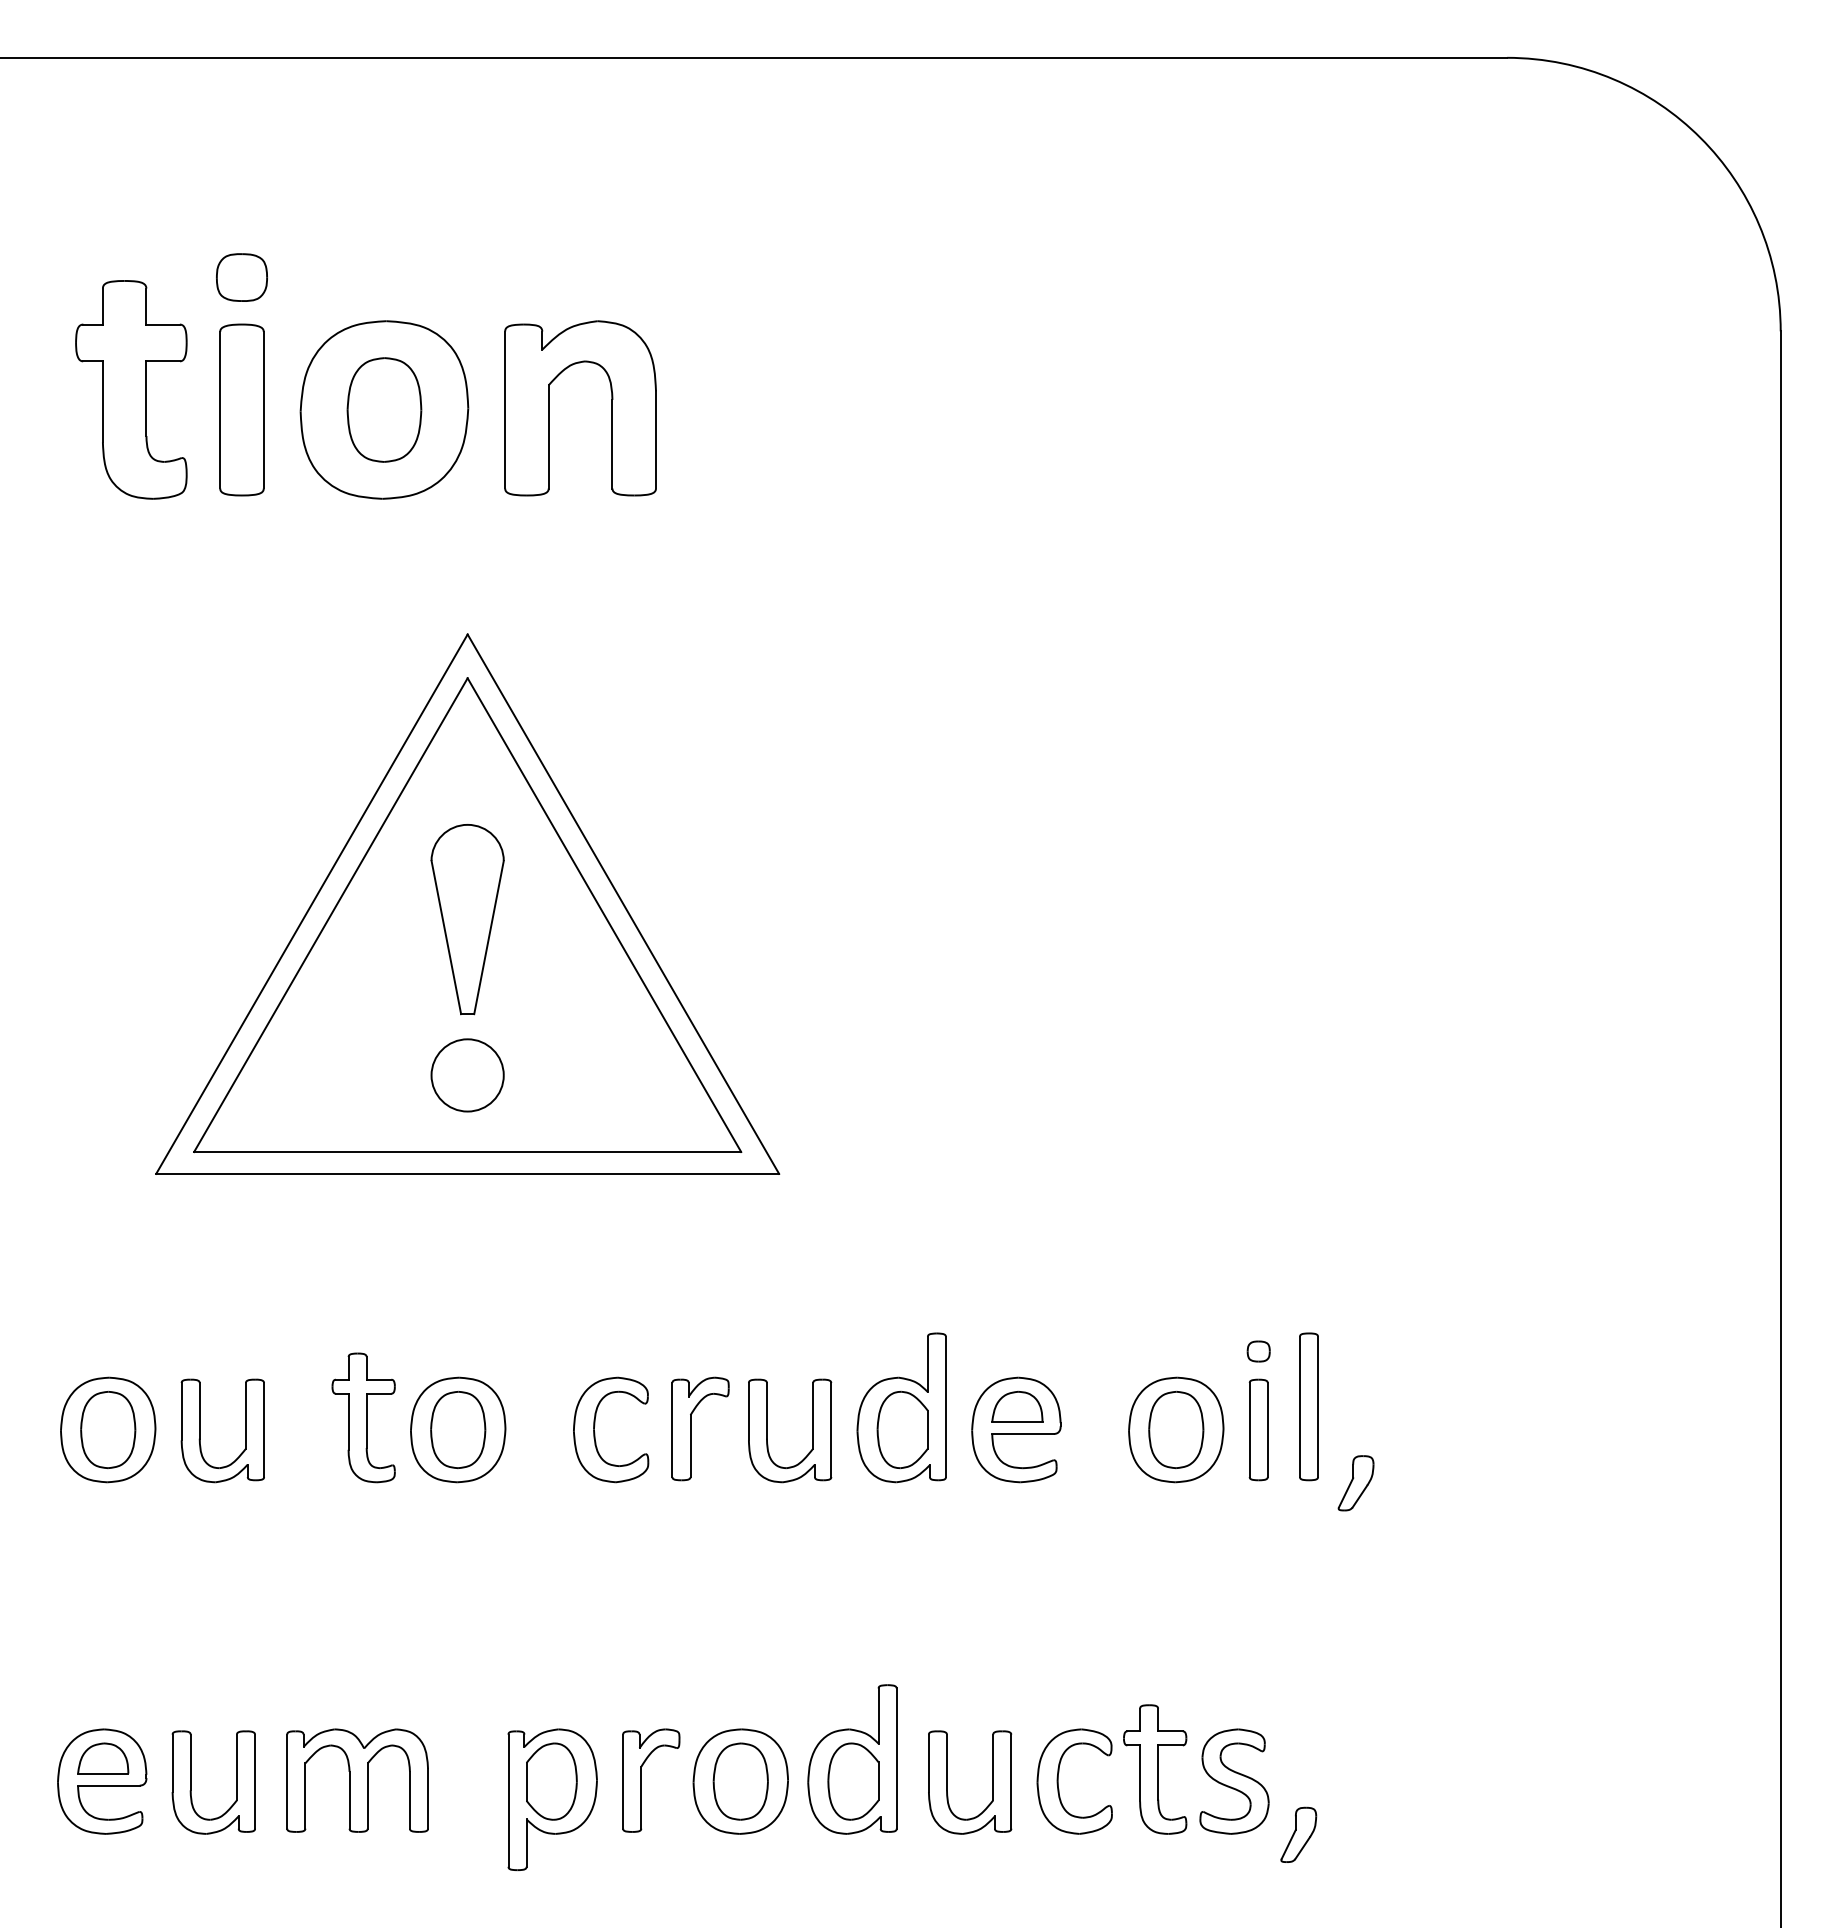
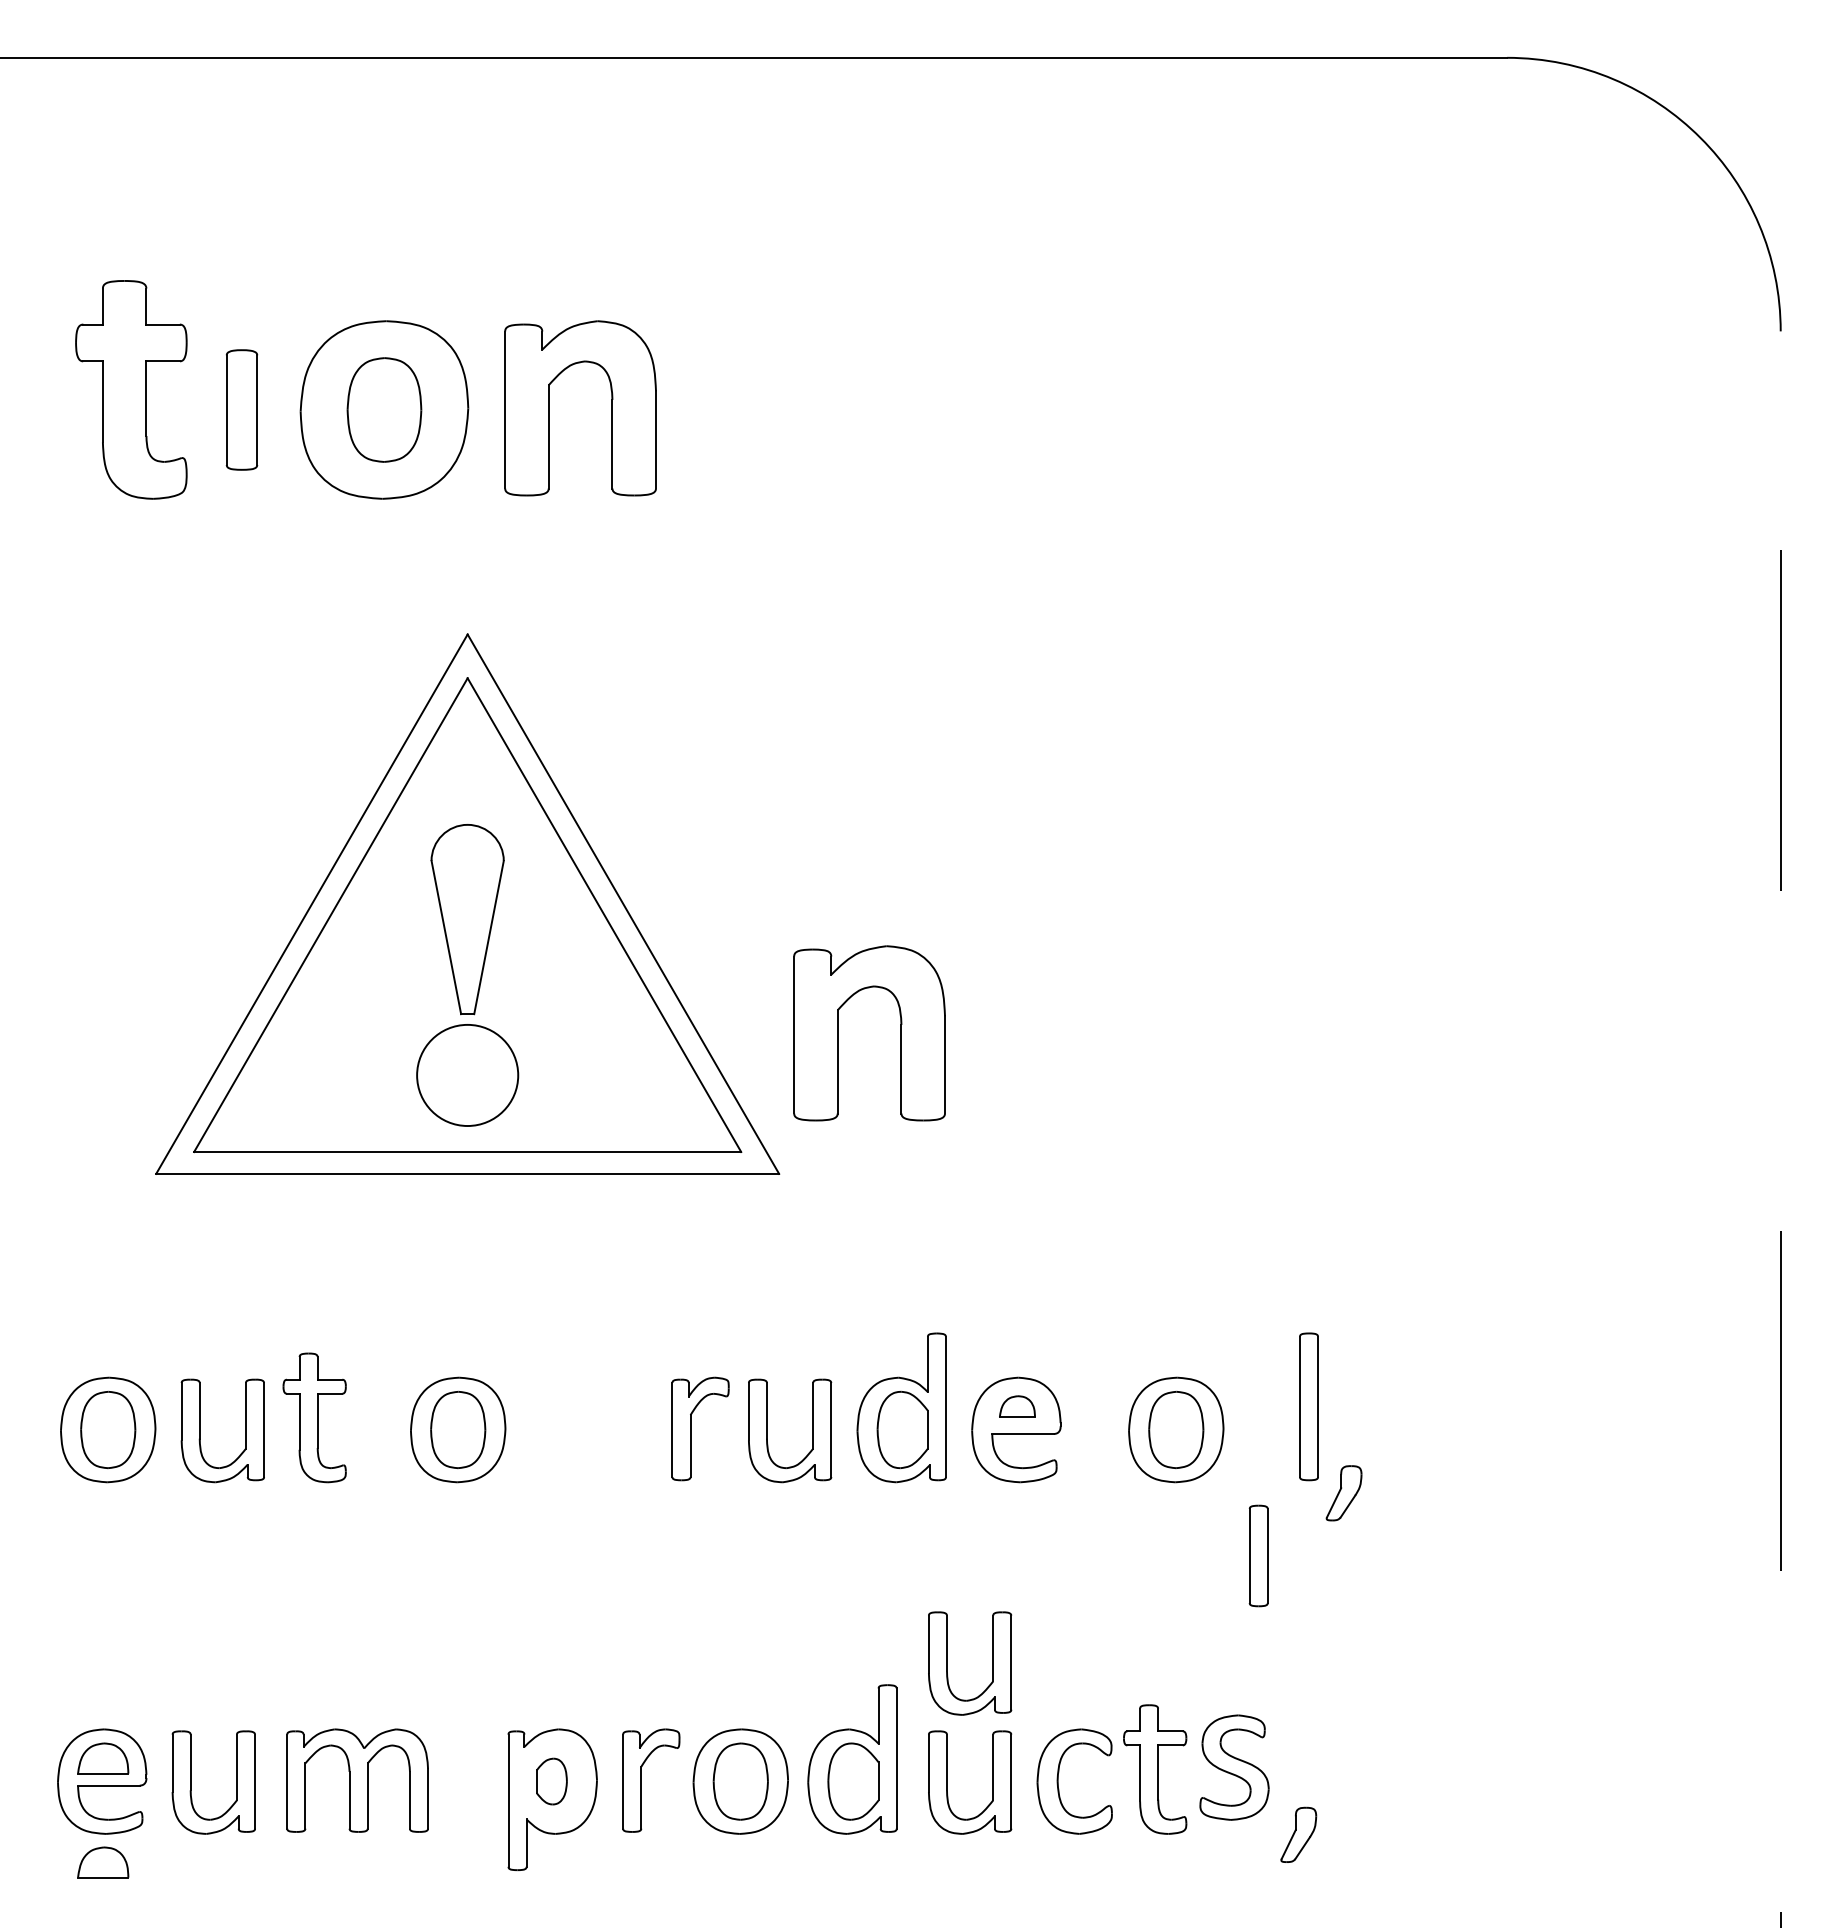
part at (241, 277): present -> none
part at (241, 409) size: 46x174 px -> 34x122 px
part at (838, 1033): none -> present
circle at (467, 1075) diameter: 72 px -> 101 px
line at (1780, 1129): solid -> dashed
part at (1258, 1351): present -> none
part at (1017, 1406) size: 53x33 px -> 37x23 px
part at (363, 1417) position: (363, 1417) -> (314, 1417)
part at (1258, 1429) position: (1258, 1429) -> (1258, 1555)
part at (595, 1432): present -> none
part at (1355, 1483) position: (1355, 1483) -> (1343, 1493)
part at (992, 1663): none -> present
part at (551, 1781) size: 52x79 px -> 32x49 px
part at (1234, 1781) position: (1234, 1781) -> (1234, 1767)
part at (103, 1862): none -> present
